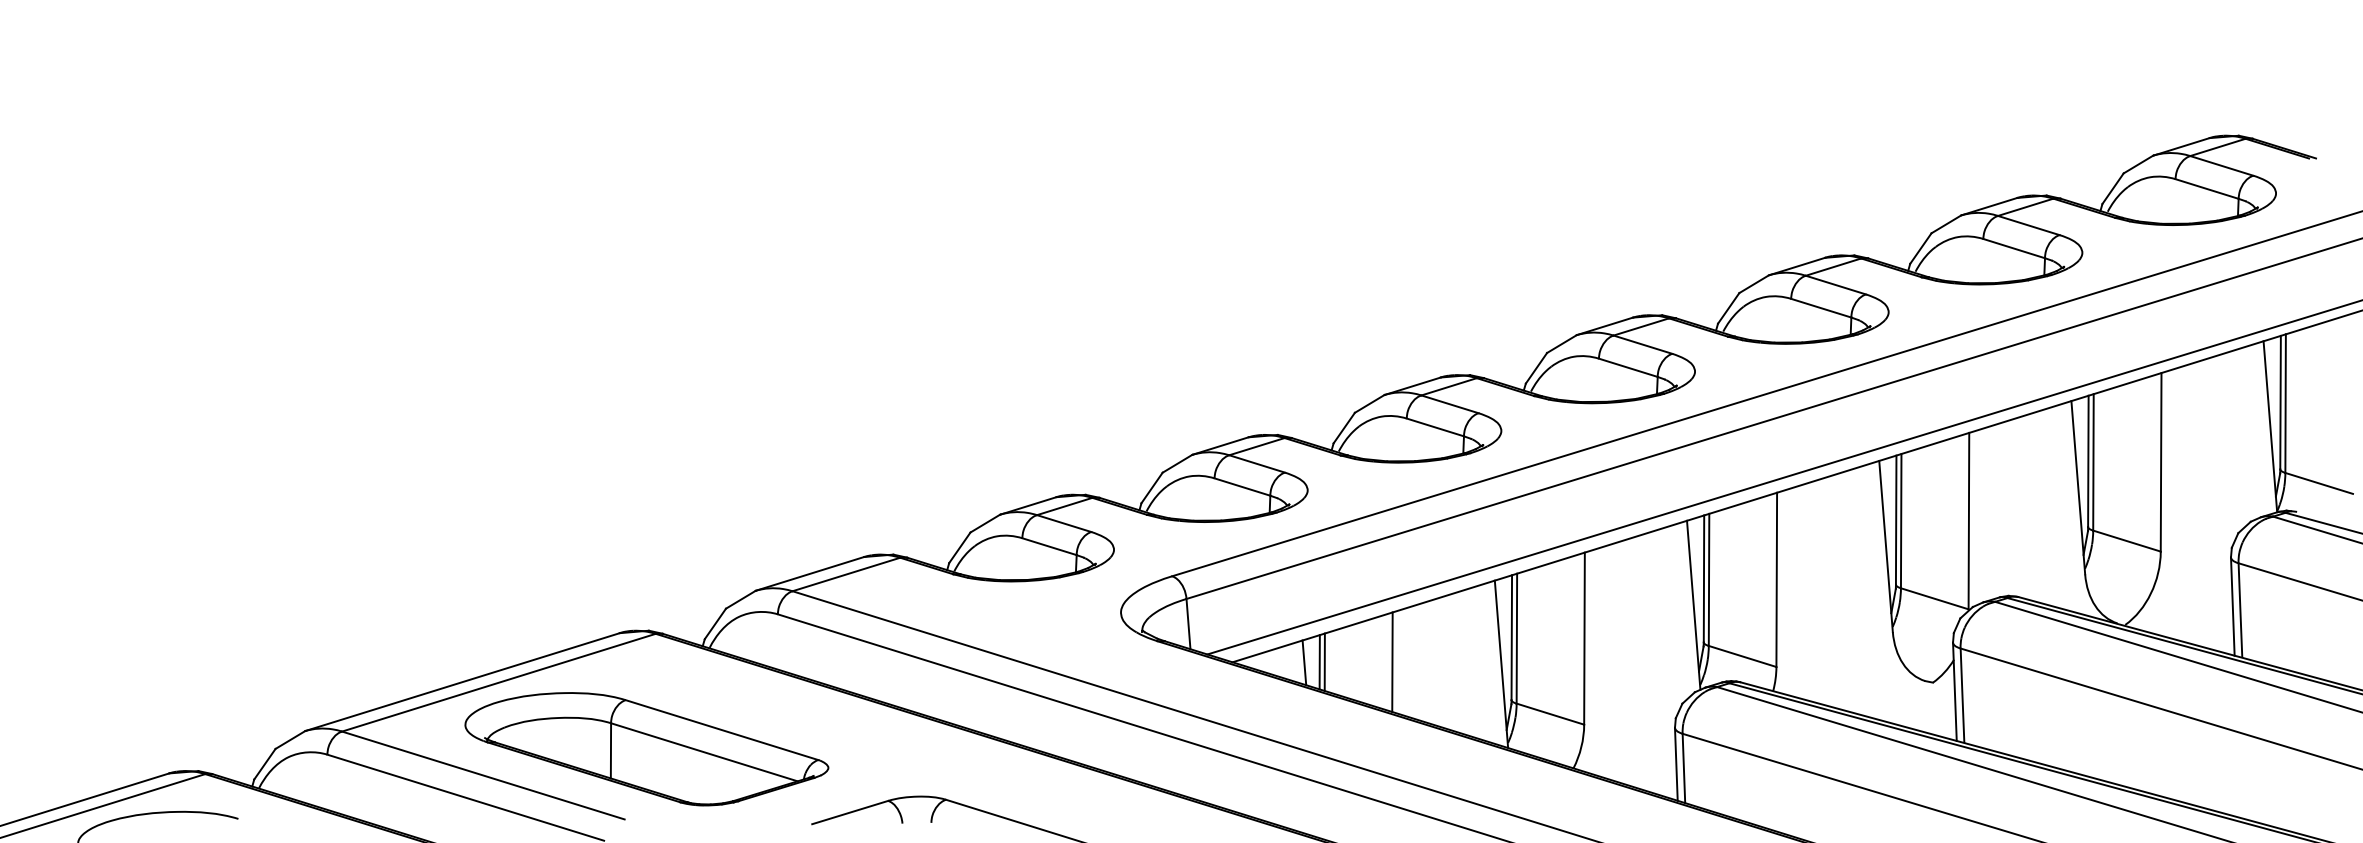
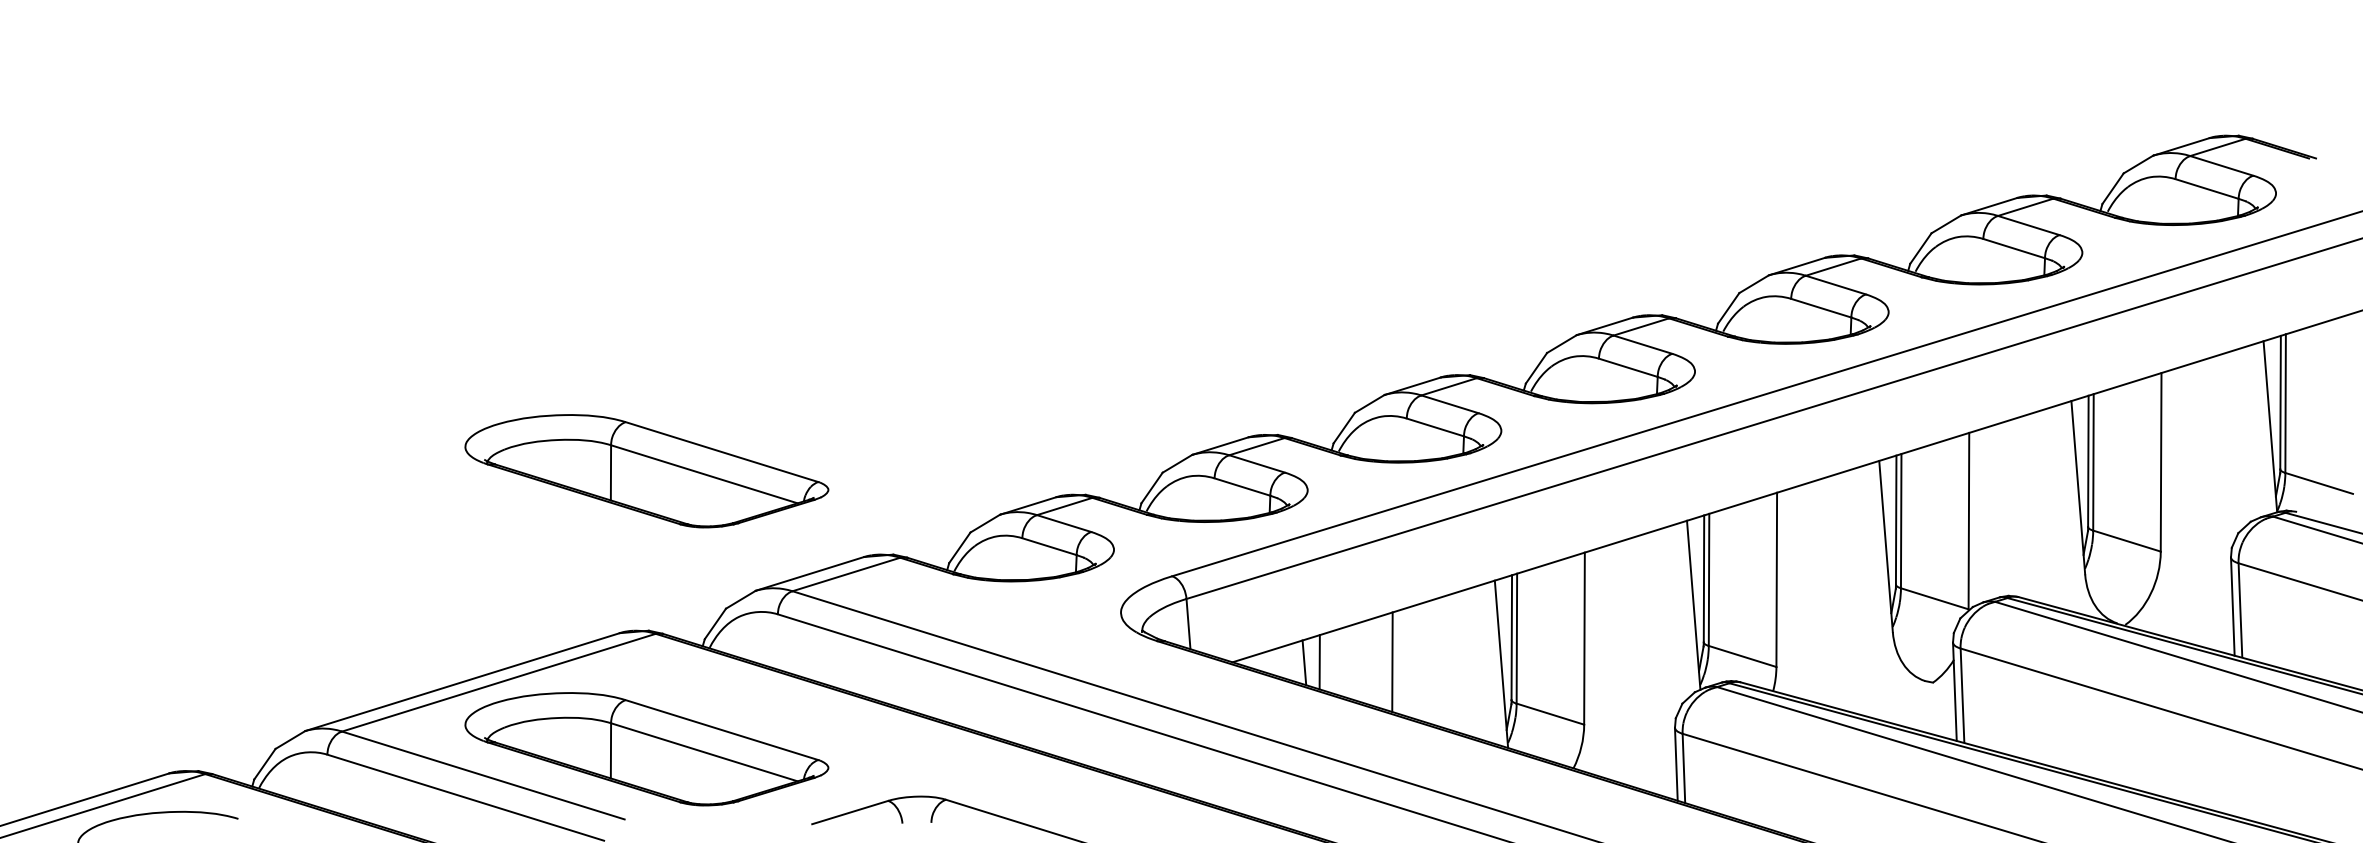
part at (646, 471): none -> present
line at (1783, 477): present -> none
line at (1324, 661): present -> none
